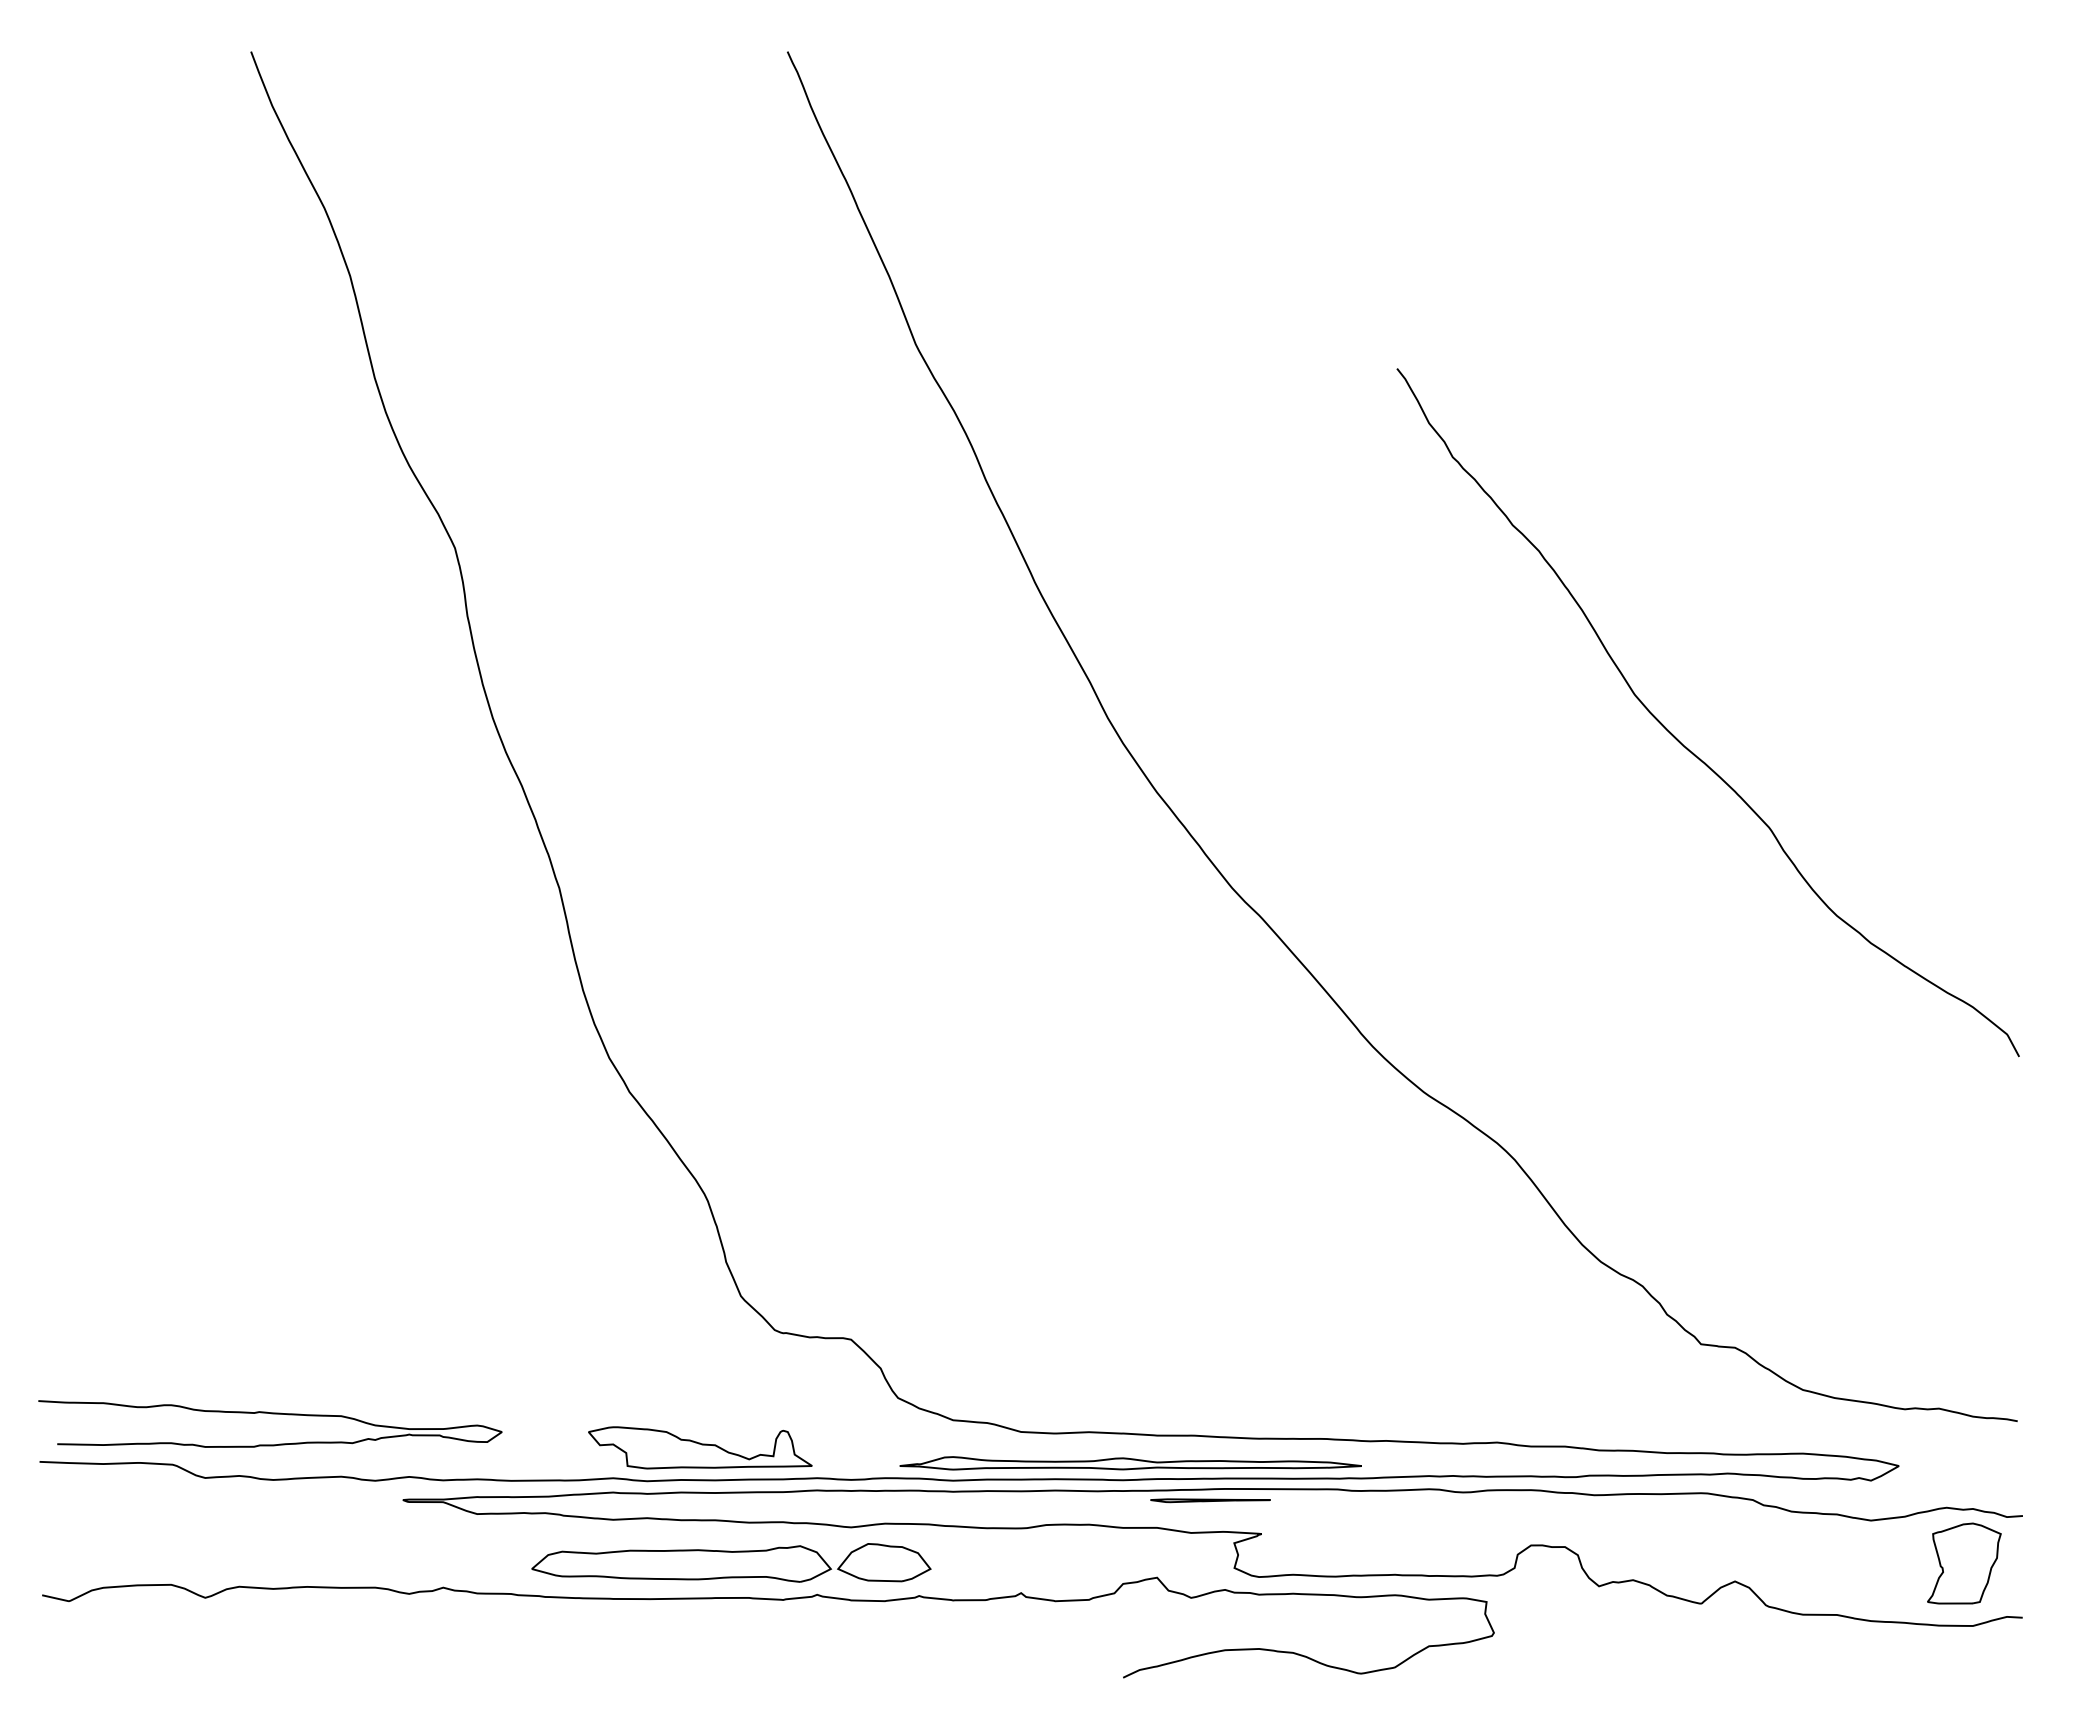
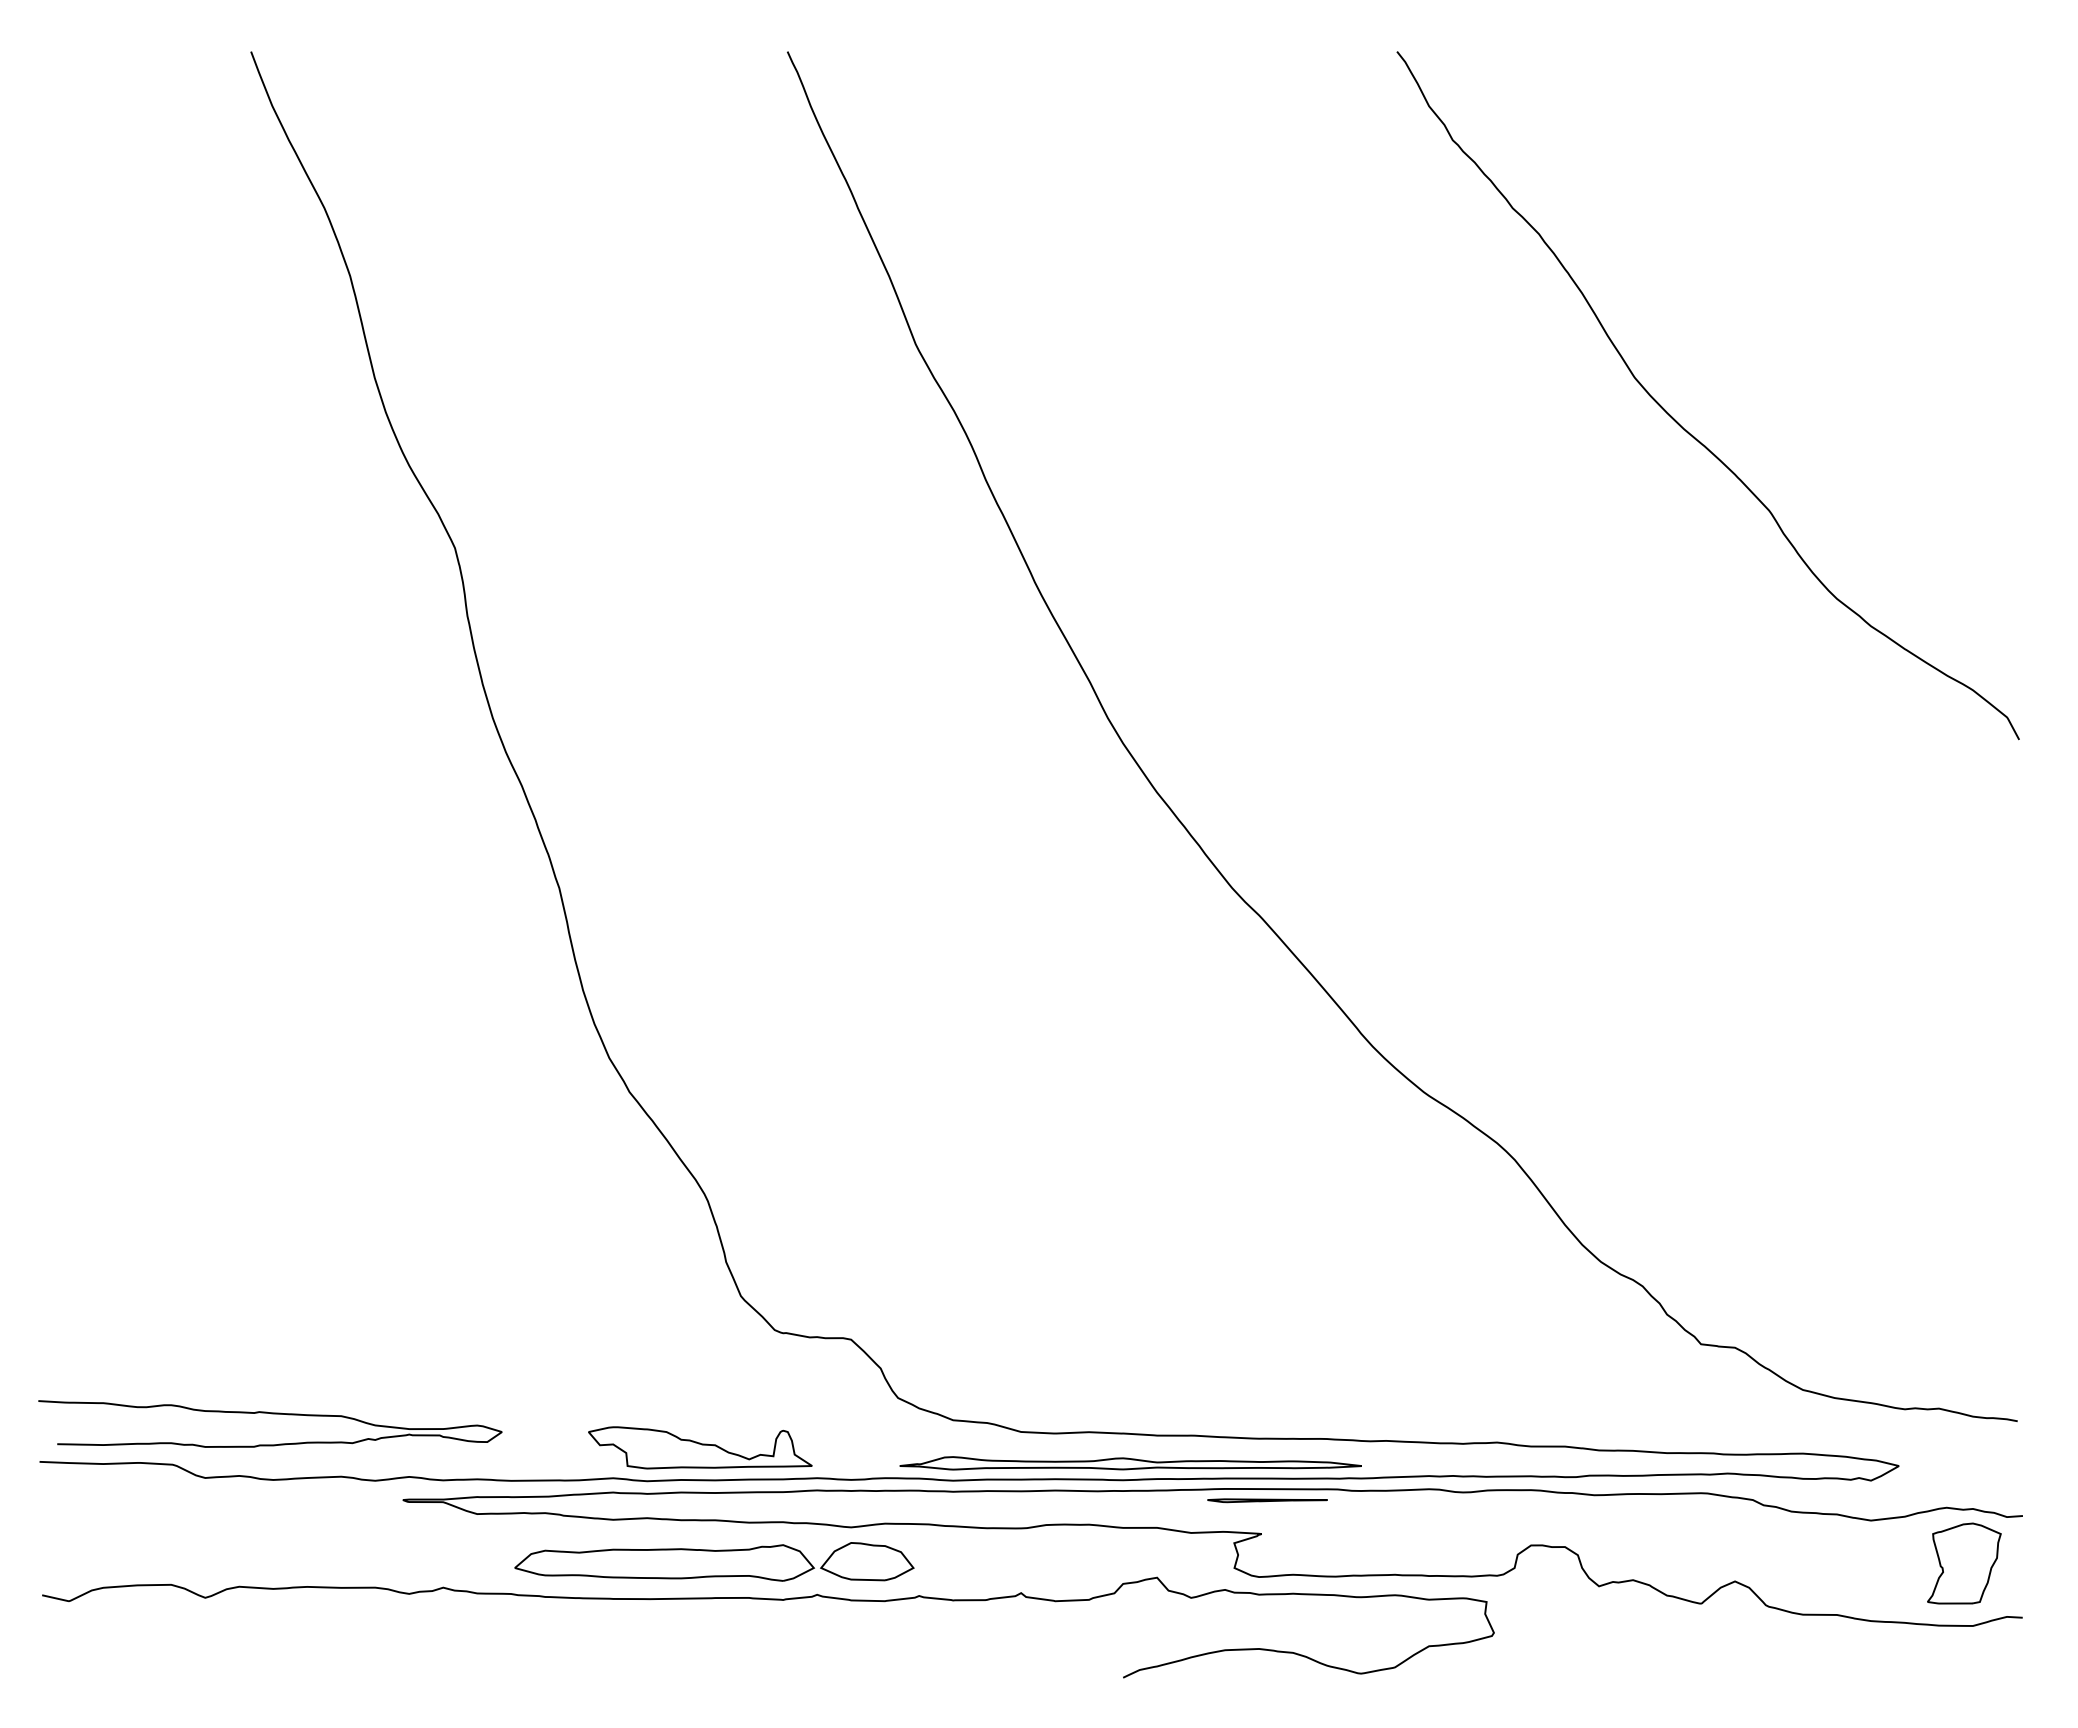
curve at (1679, 740) position: (1679, 740) -> (1679, 423)
part at (1210, 1500) position: (1210, 1500) -> (1267, 1500)
part at (731, 1562) position: (731, 1562) -> (714, 1561)
